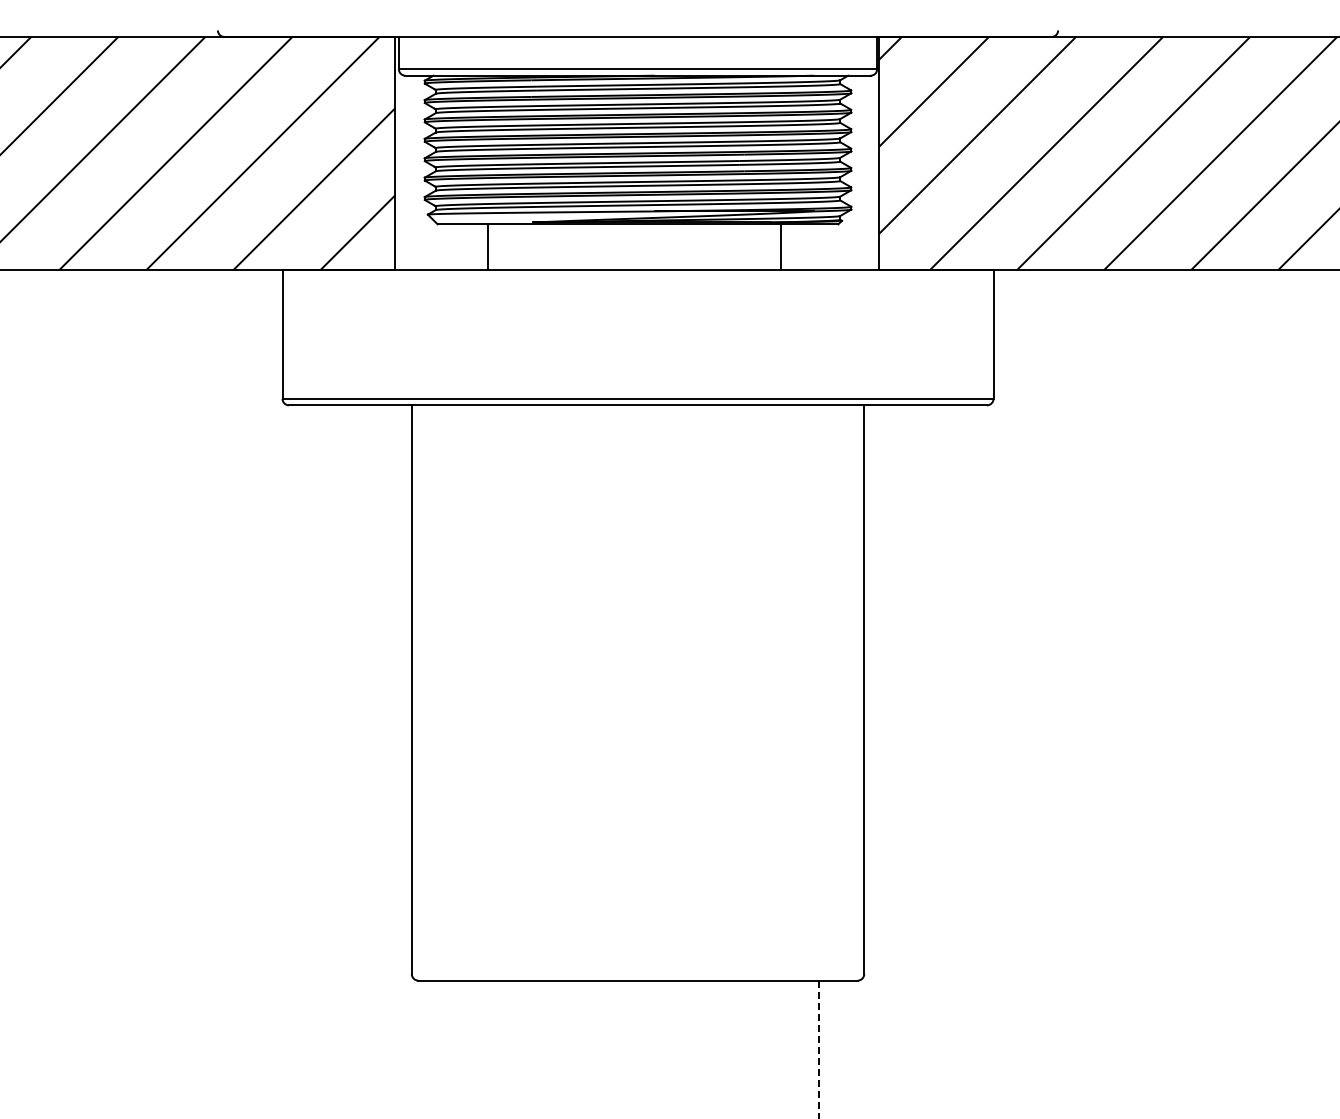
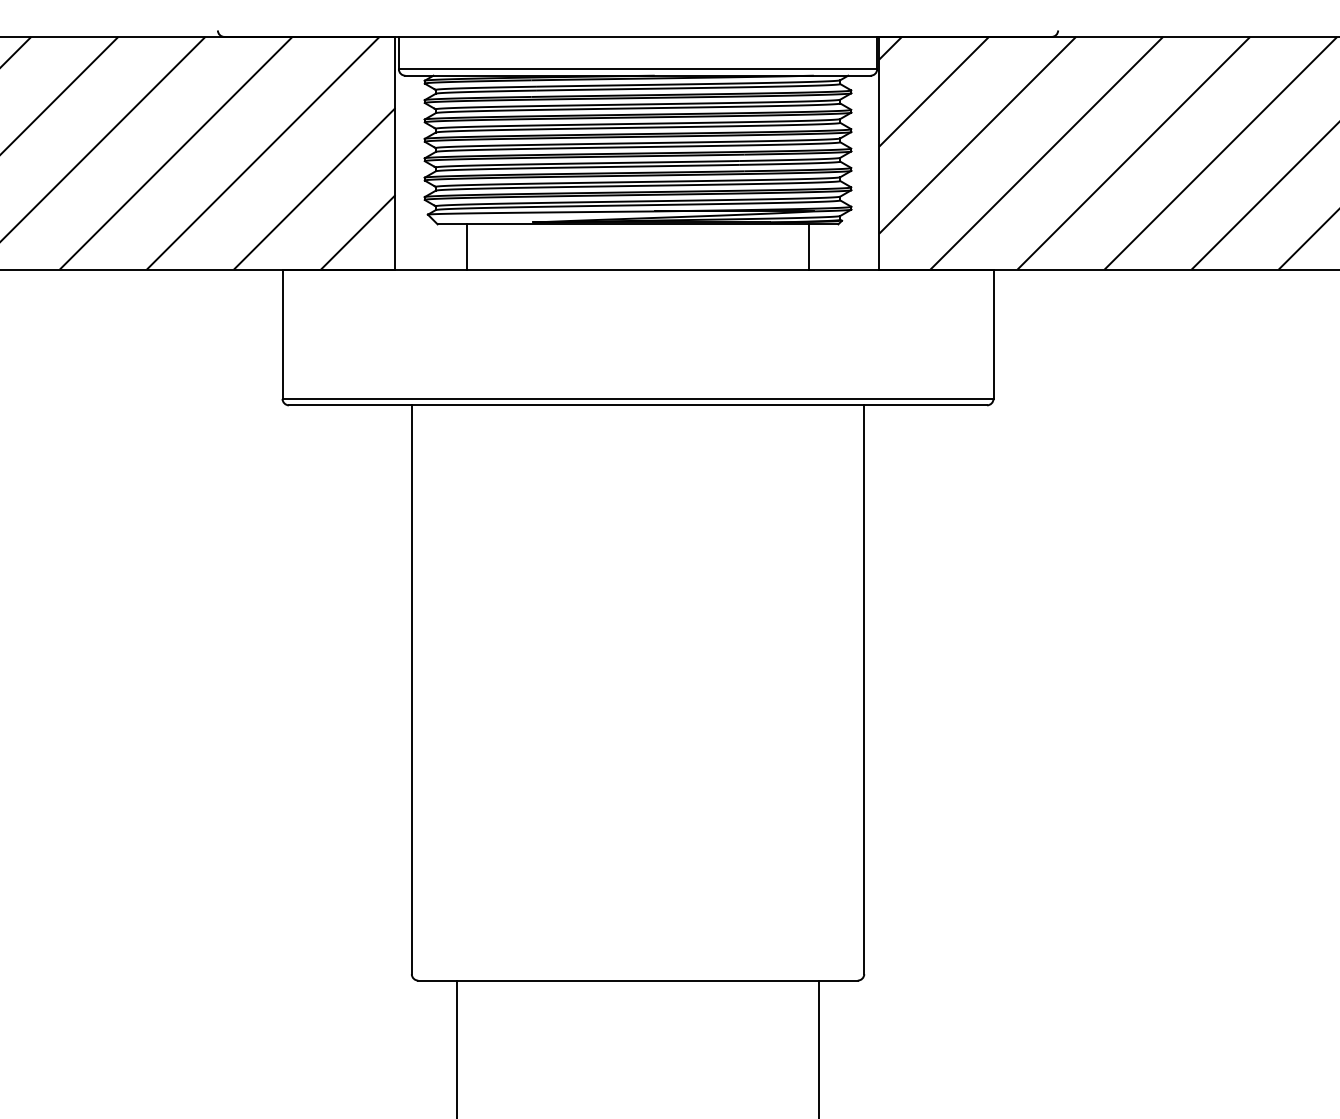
line at (488, 246) position: (488, 246) -> (467, 246)
line at (780, 246) position: (780, 246) -> (808, 246)
line at (457, 1047): none -> present
line at (819, 1049): dashed -> solid
